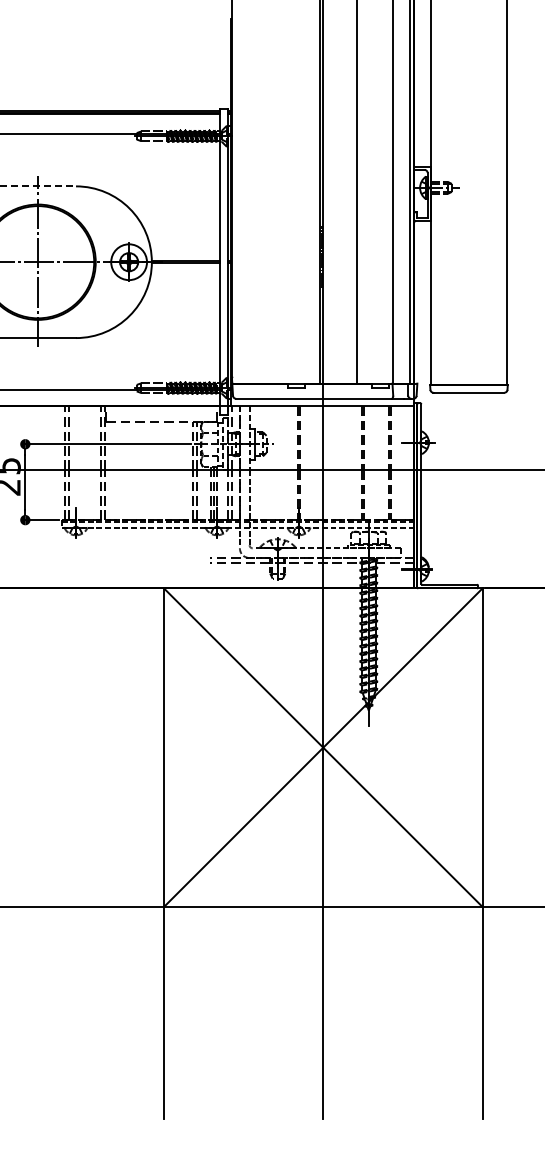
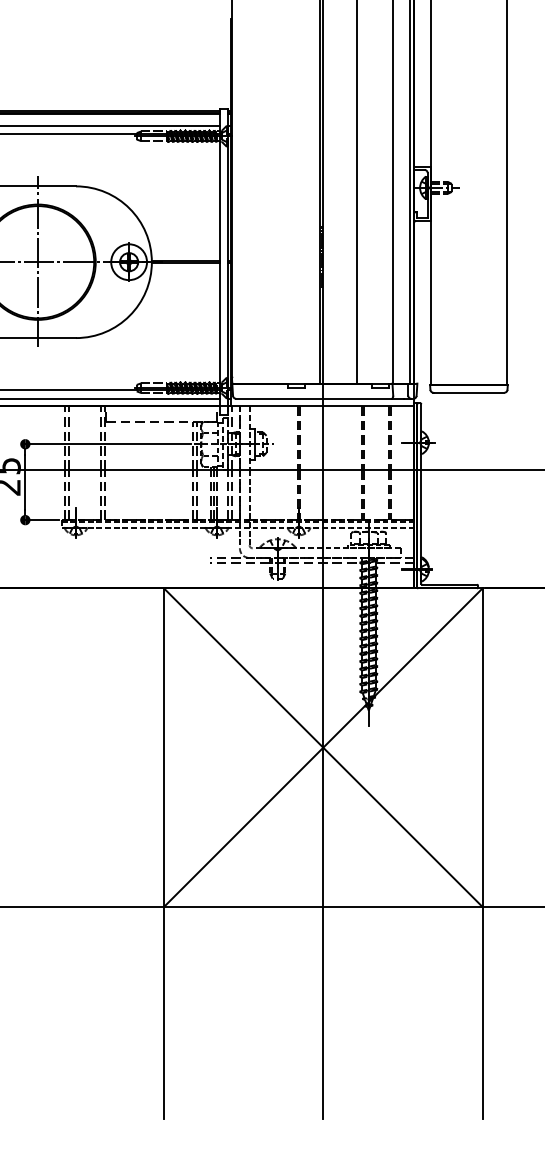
line at (111, 125): none -> present
line at (38, 186): dashed -> solid
line at (111, 398): none -> present
